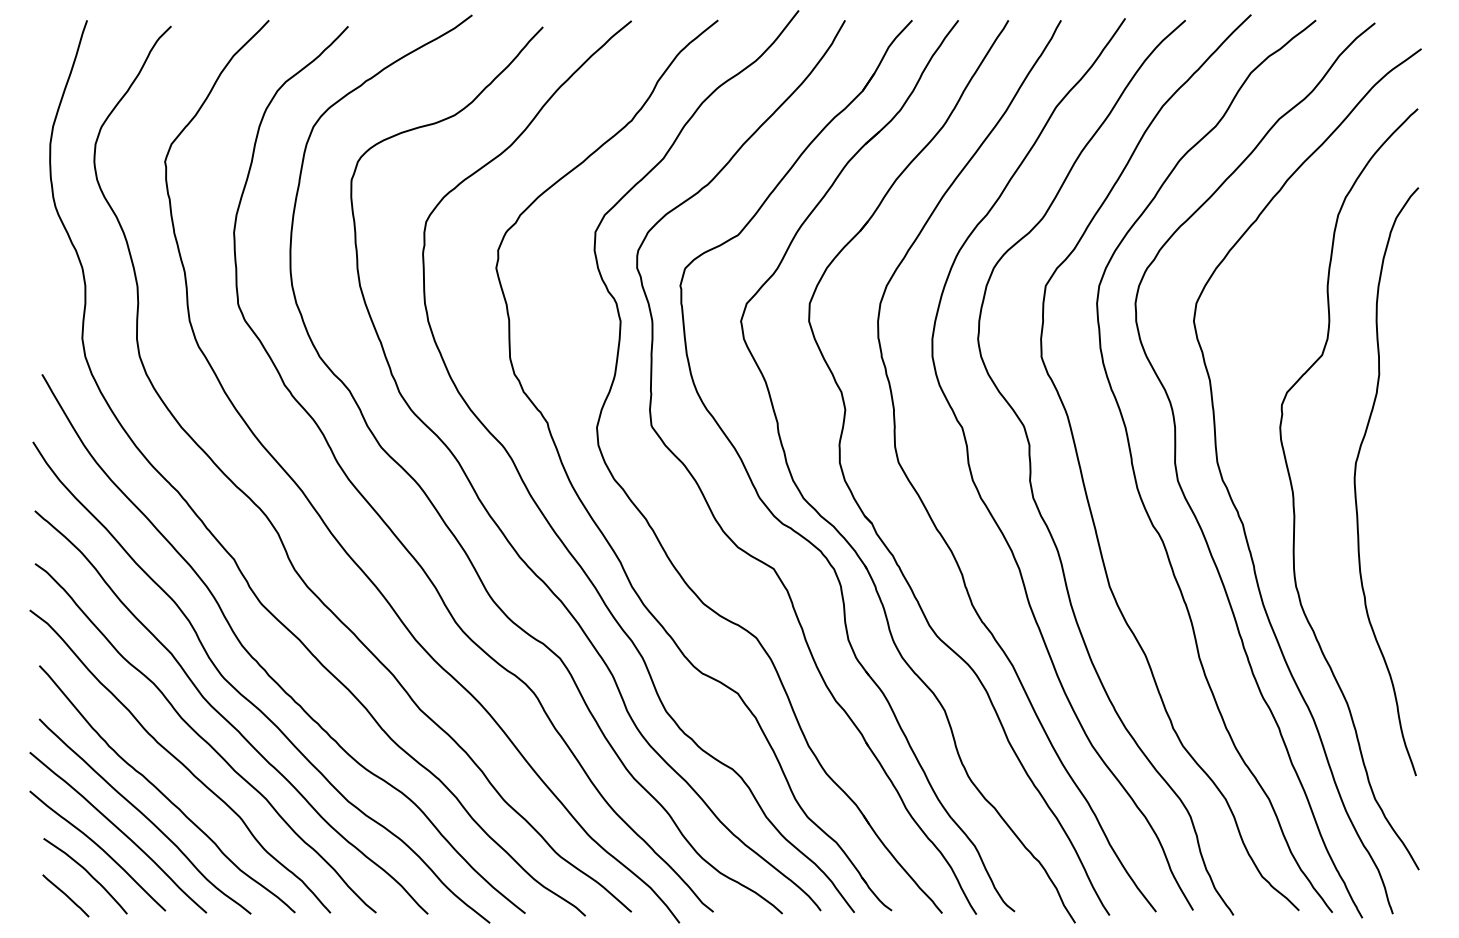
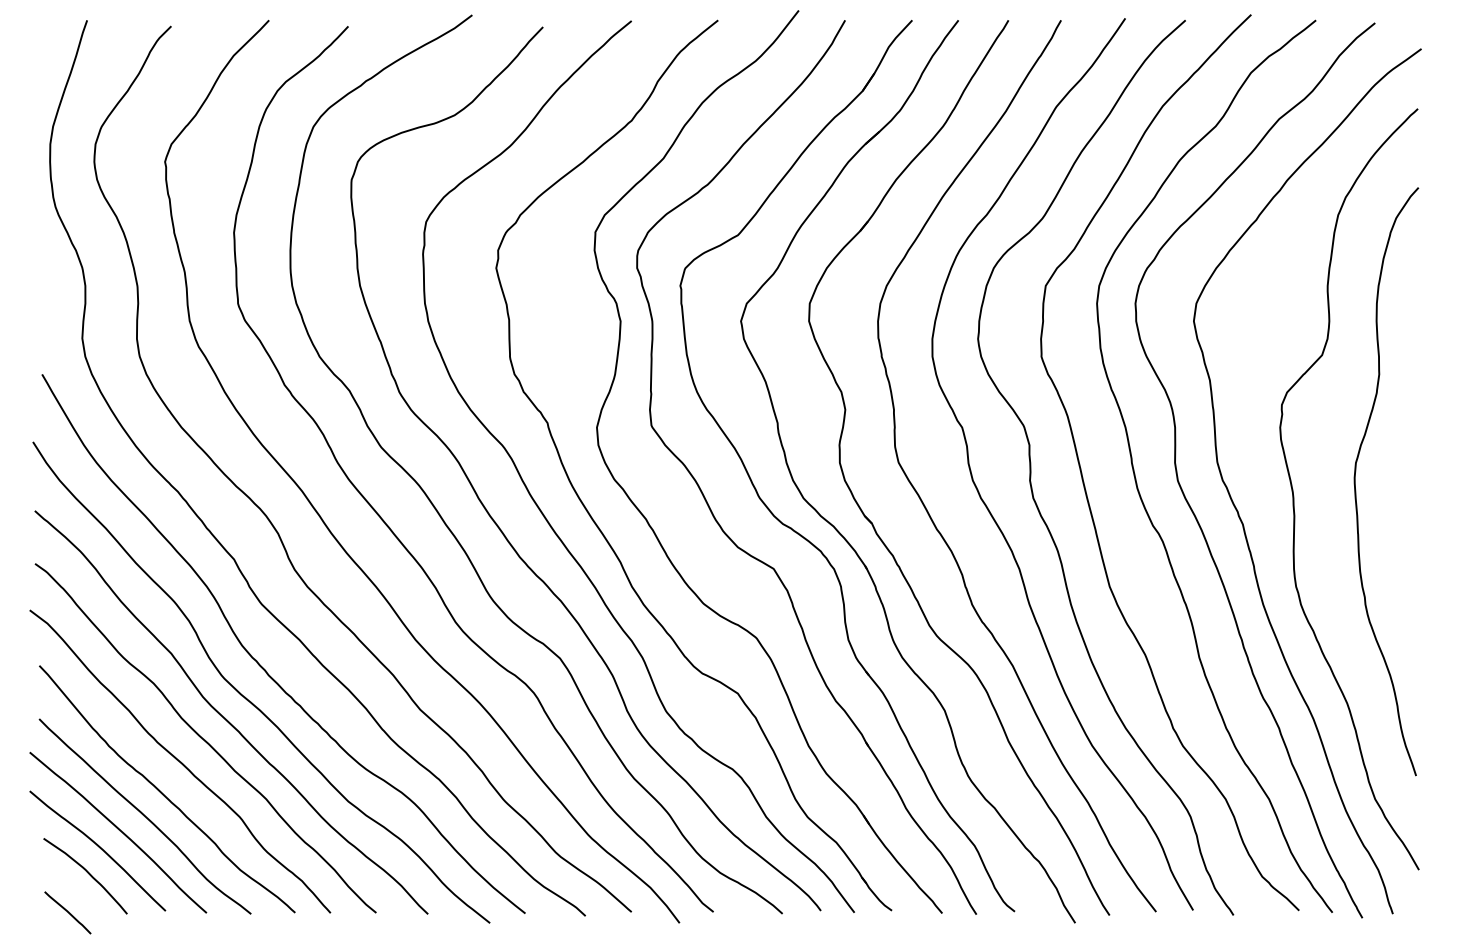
line at (65, 895) position: (65, 895) -> (67, 912)
